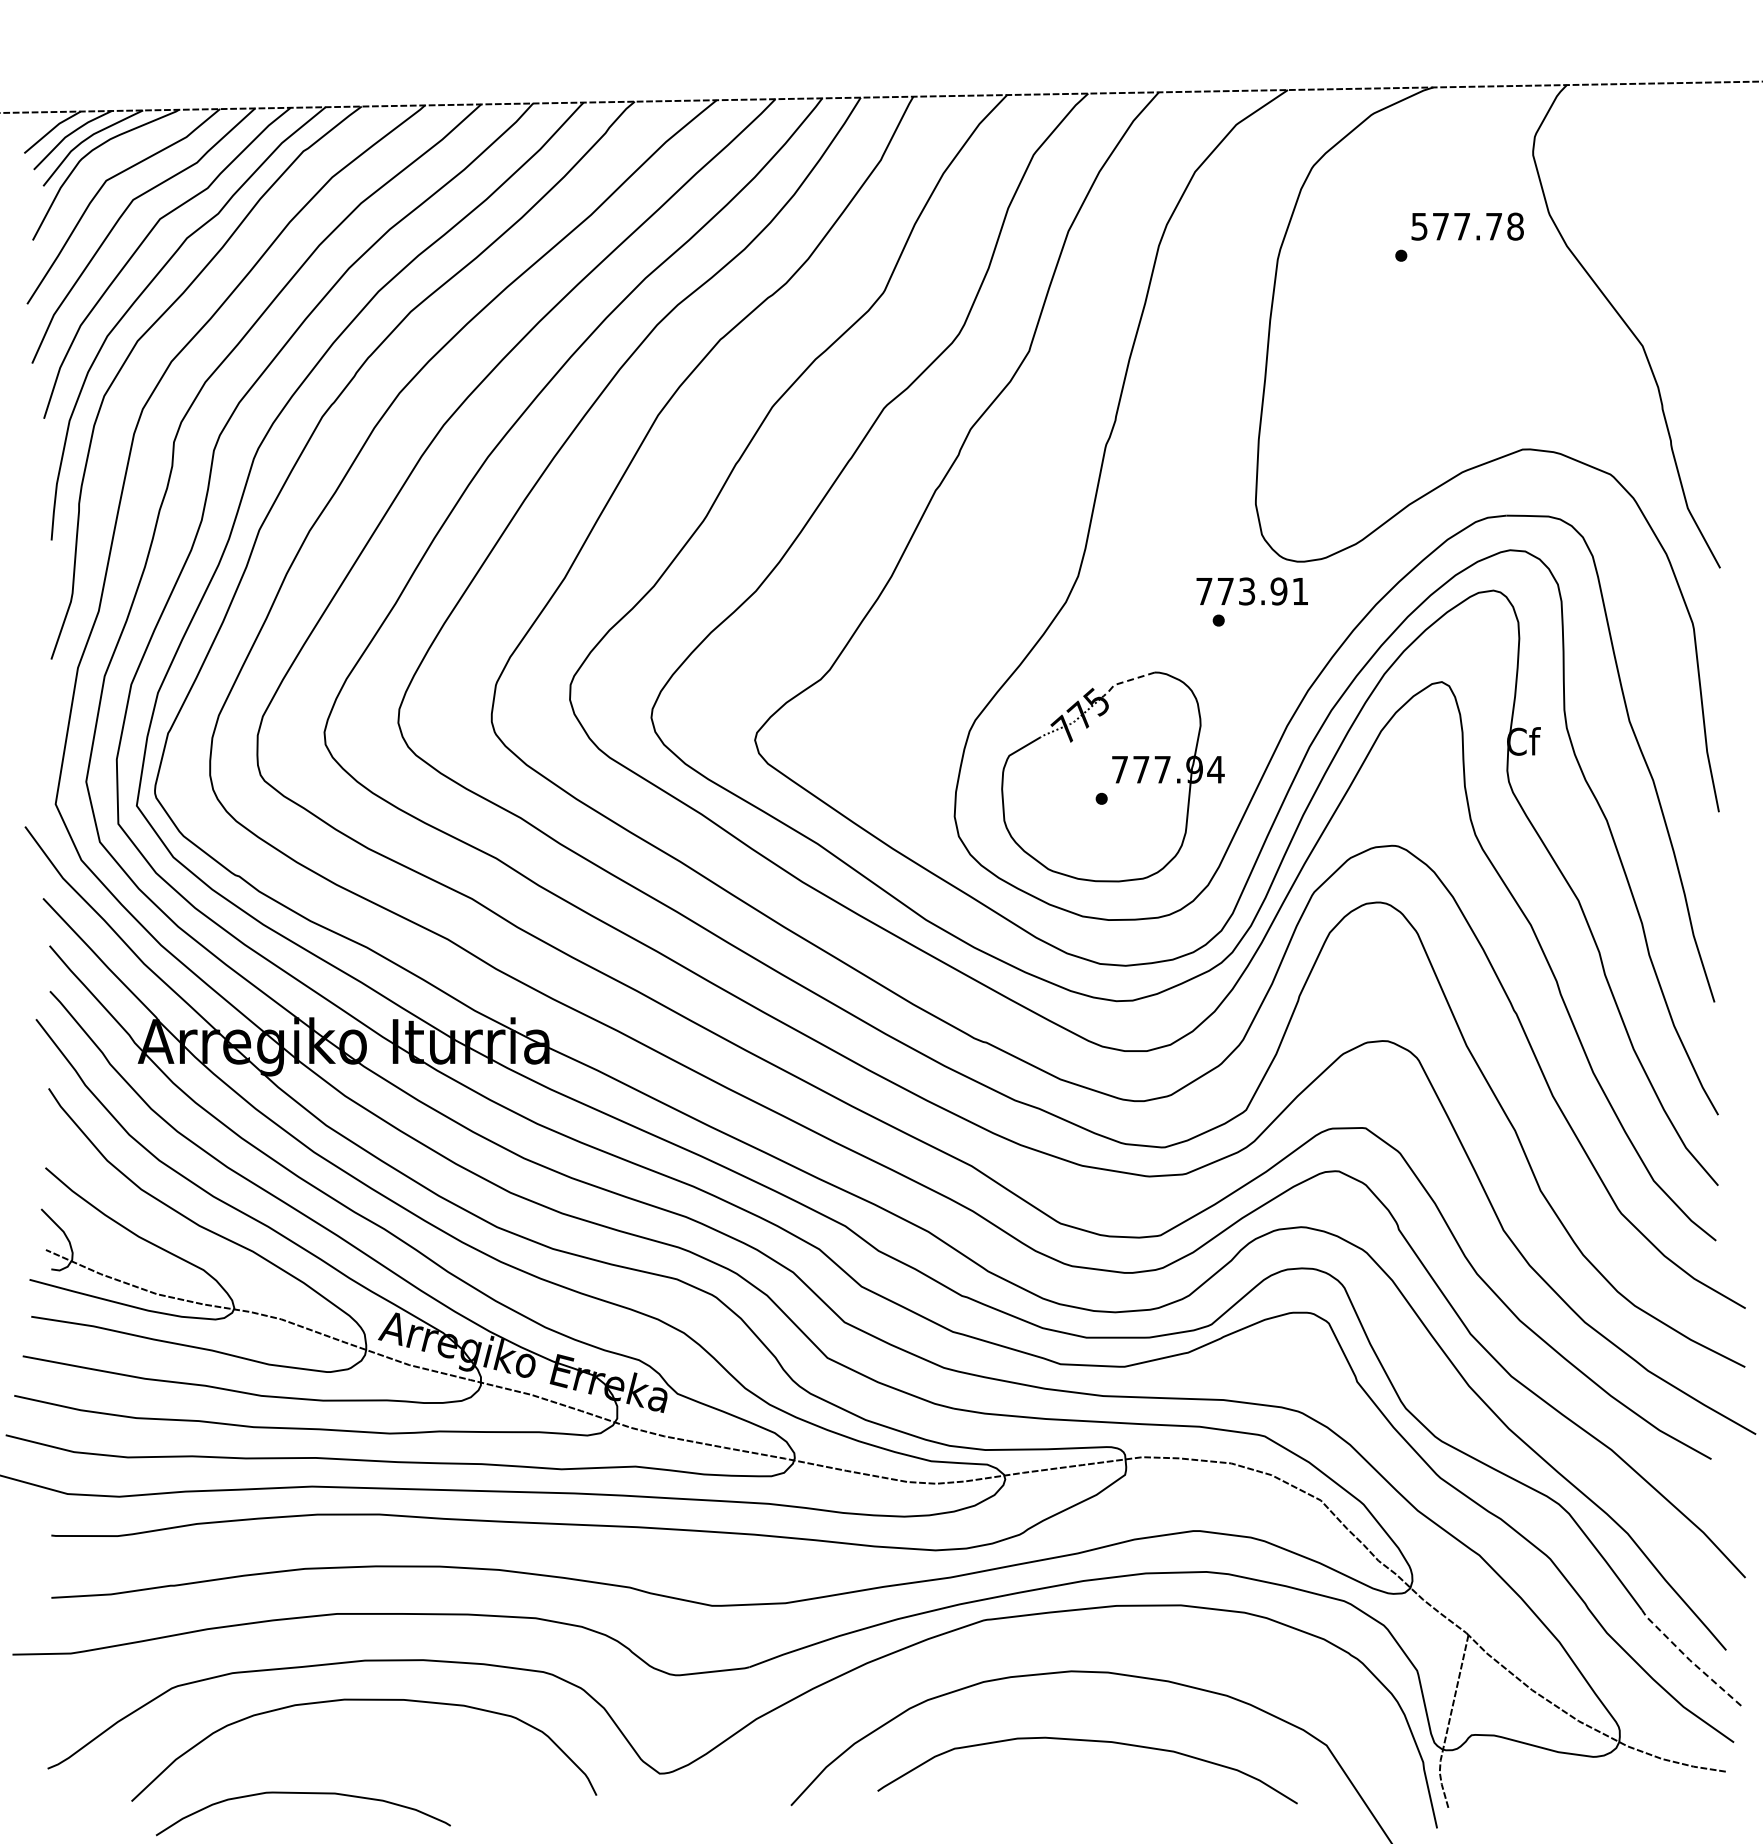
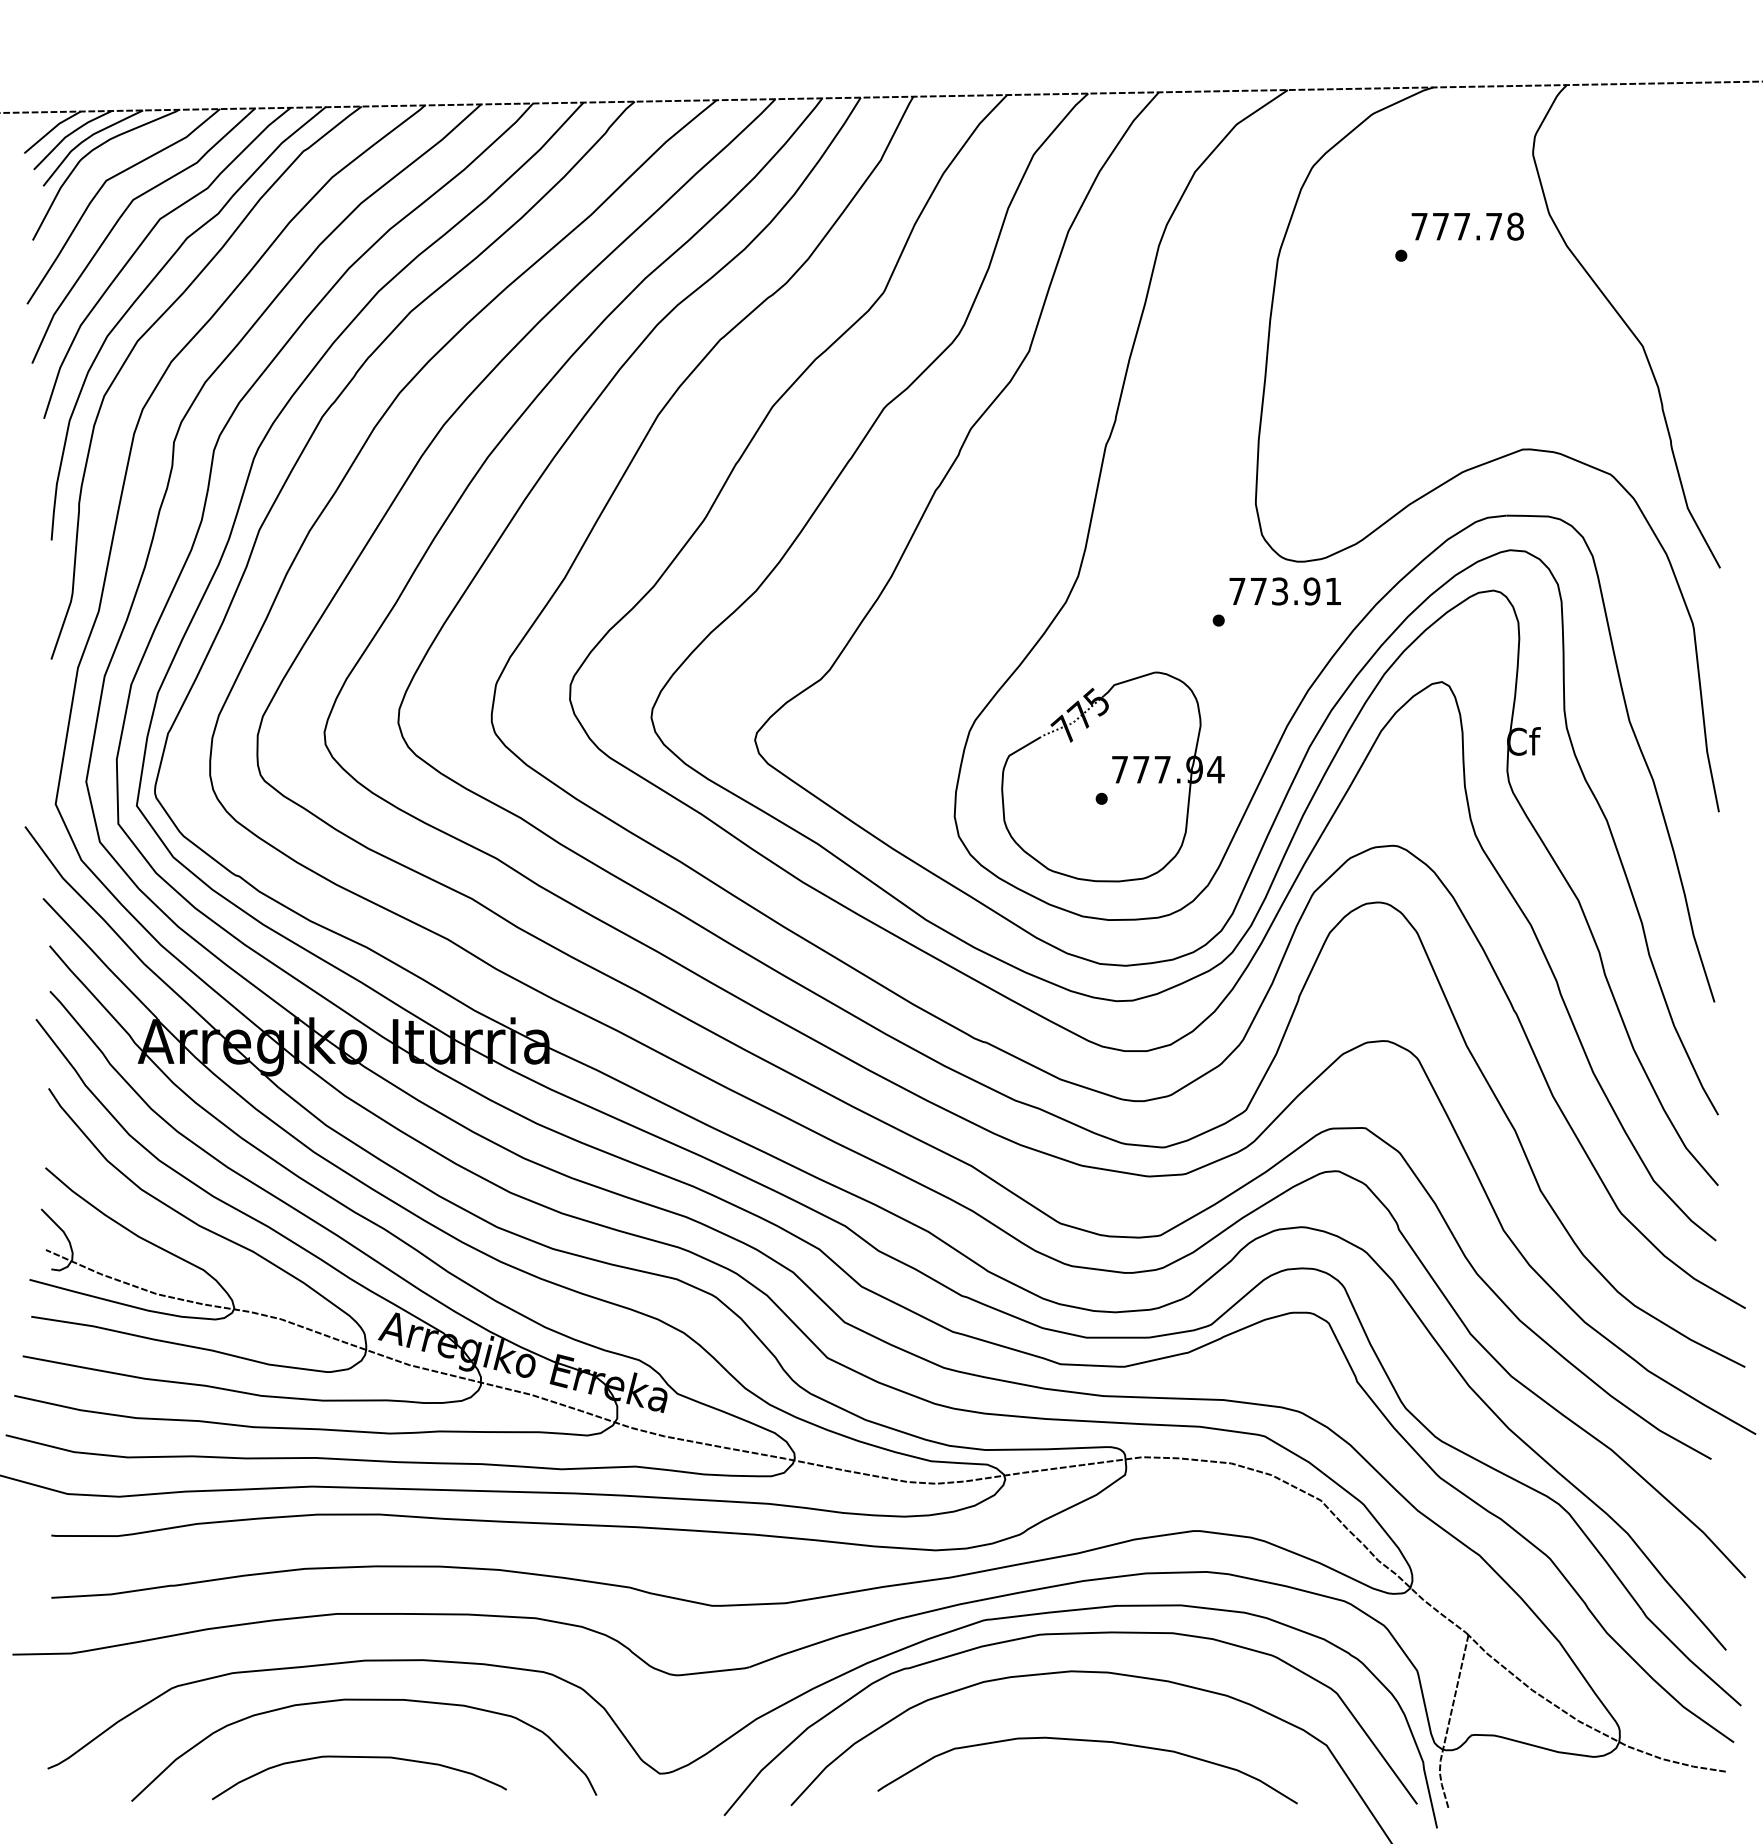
text at (1419, 226): 577.78 -> 777.78
text at (1251, 591) position: (1251, 591) -> (1284, 591)
line at (1125, 681): dashed -> solid
curve at (1070, 1634): none -> present
line at (1689, 1659): dashed -> solid
curve at (302, 1793) position: (302, 1793) -> (358, 1757)
